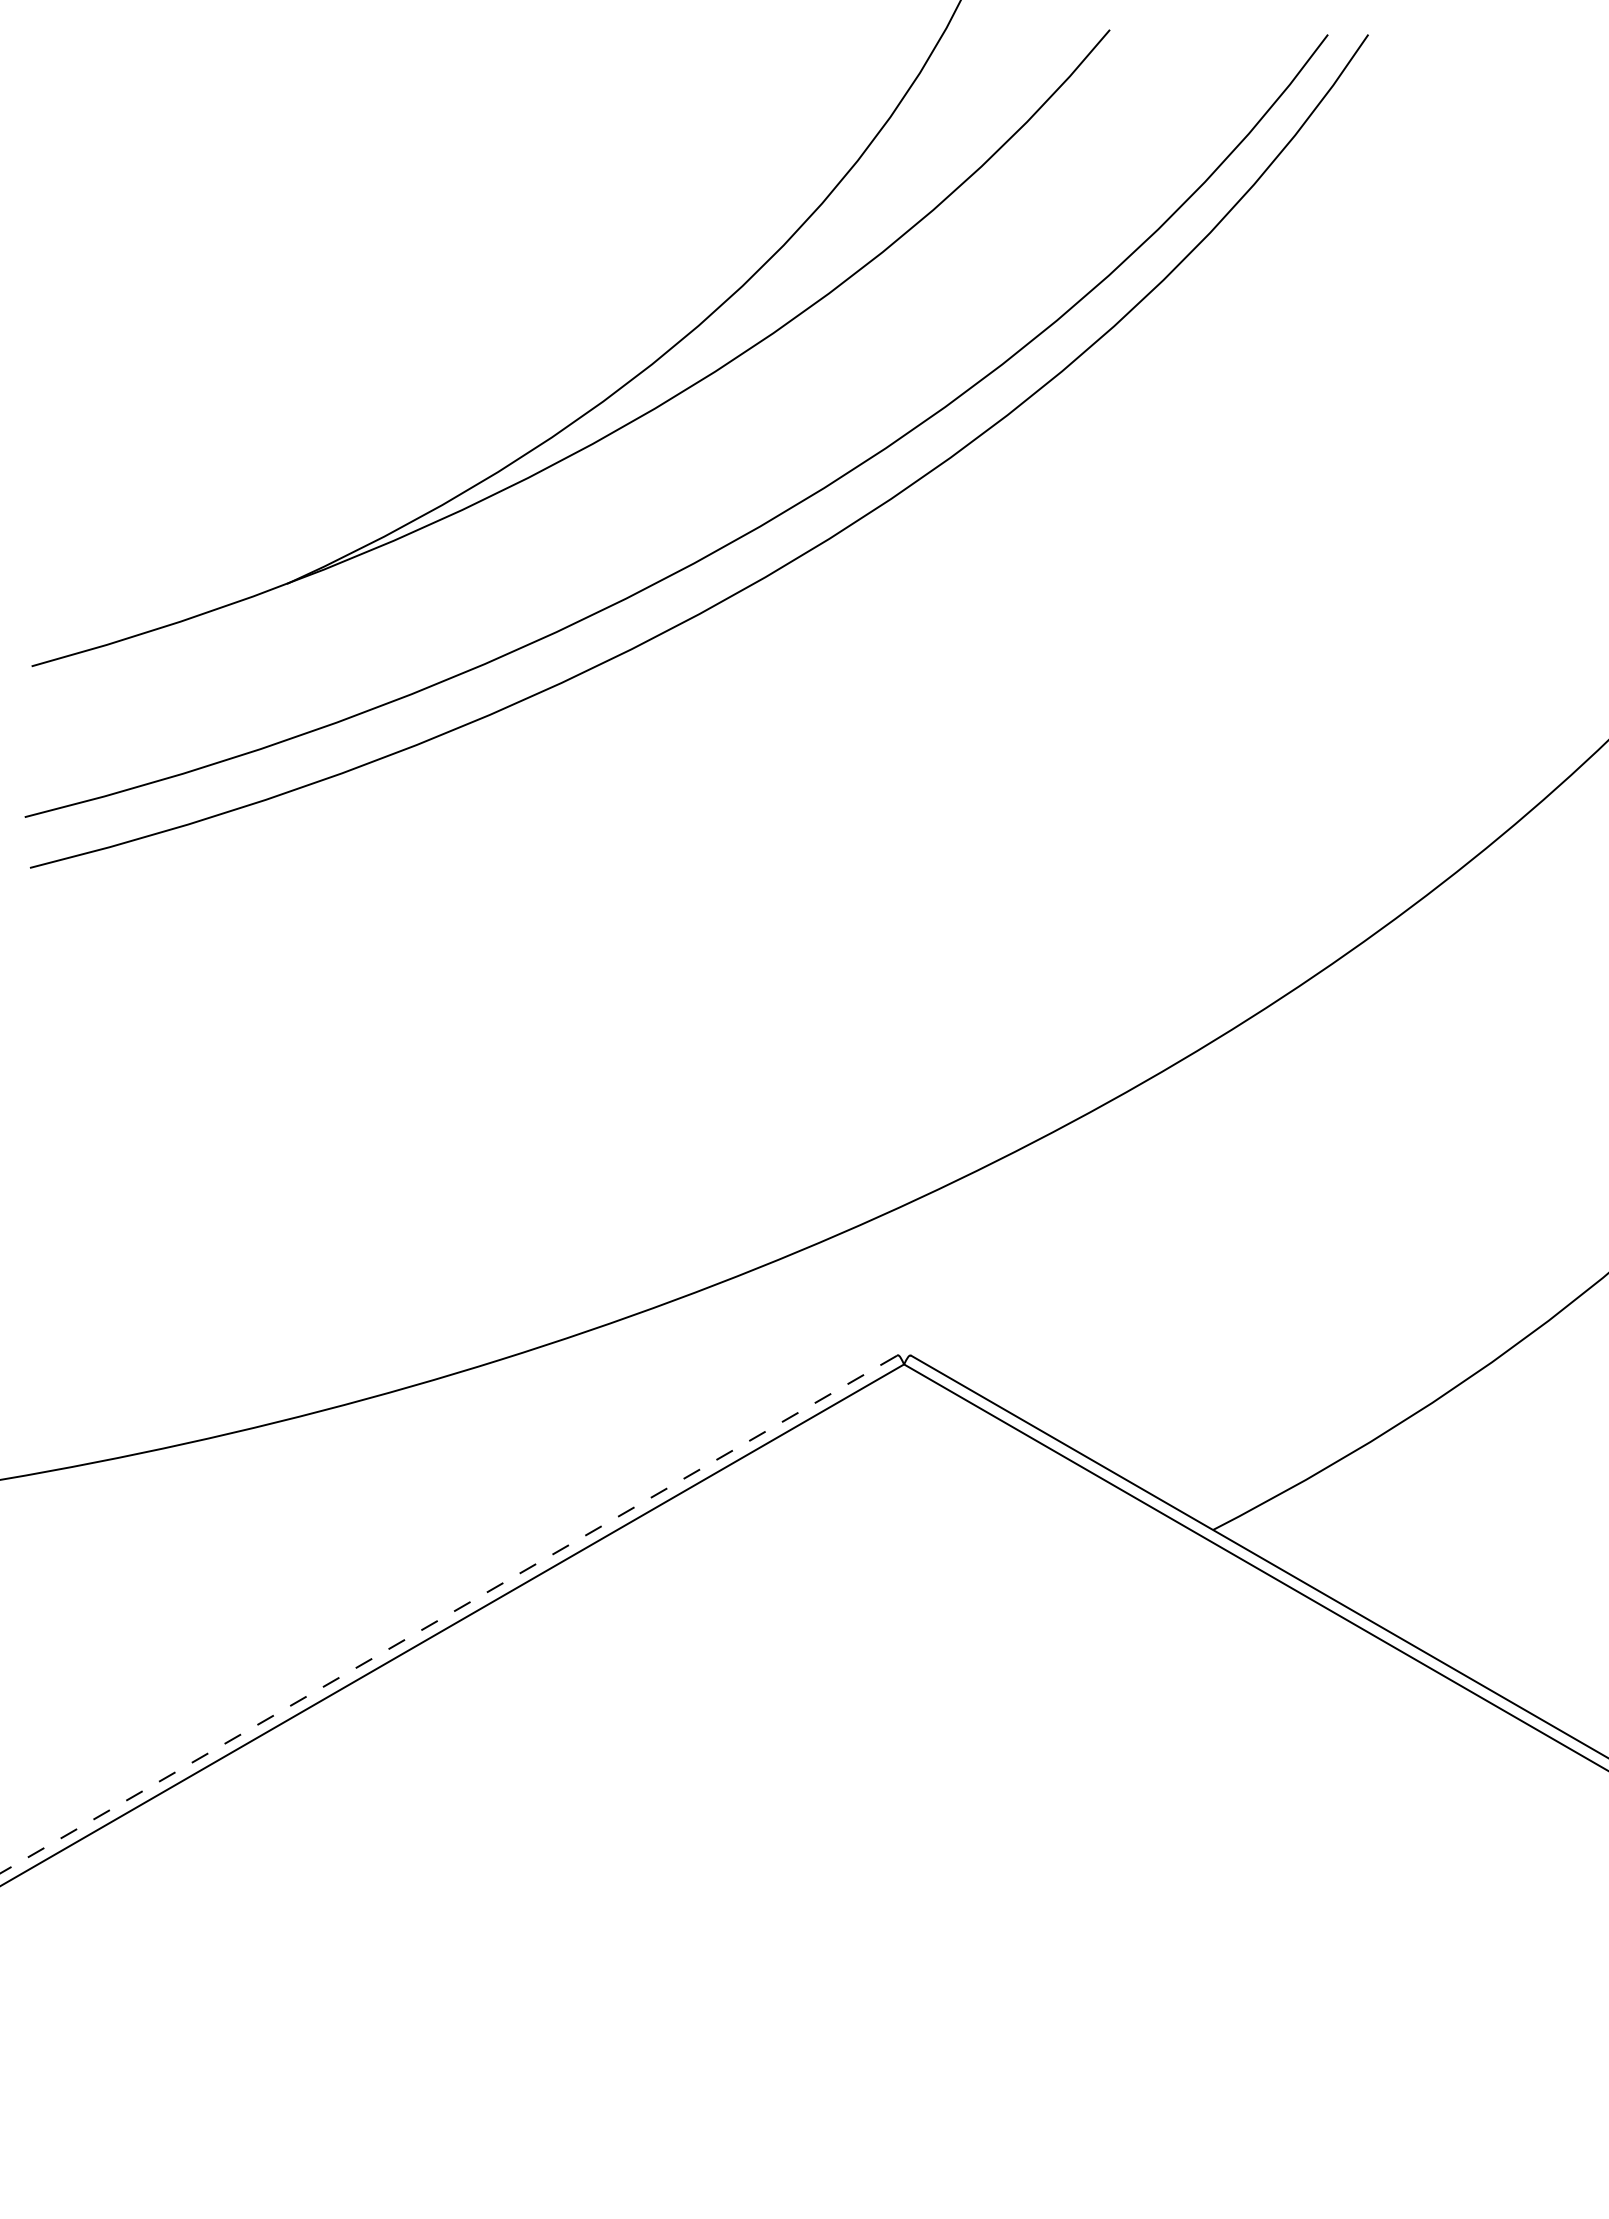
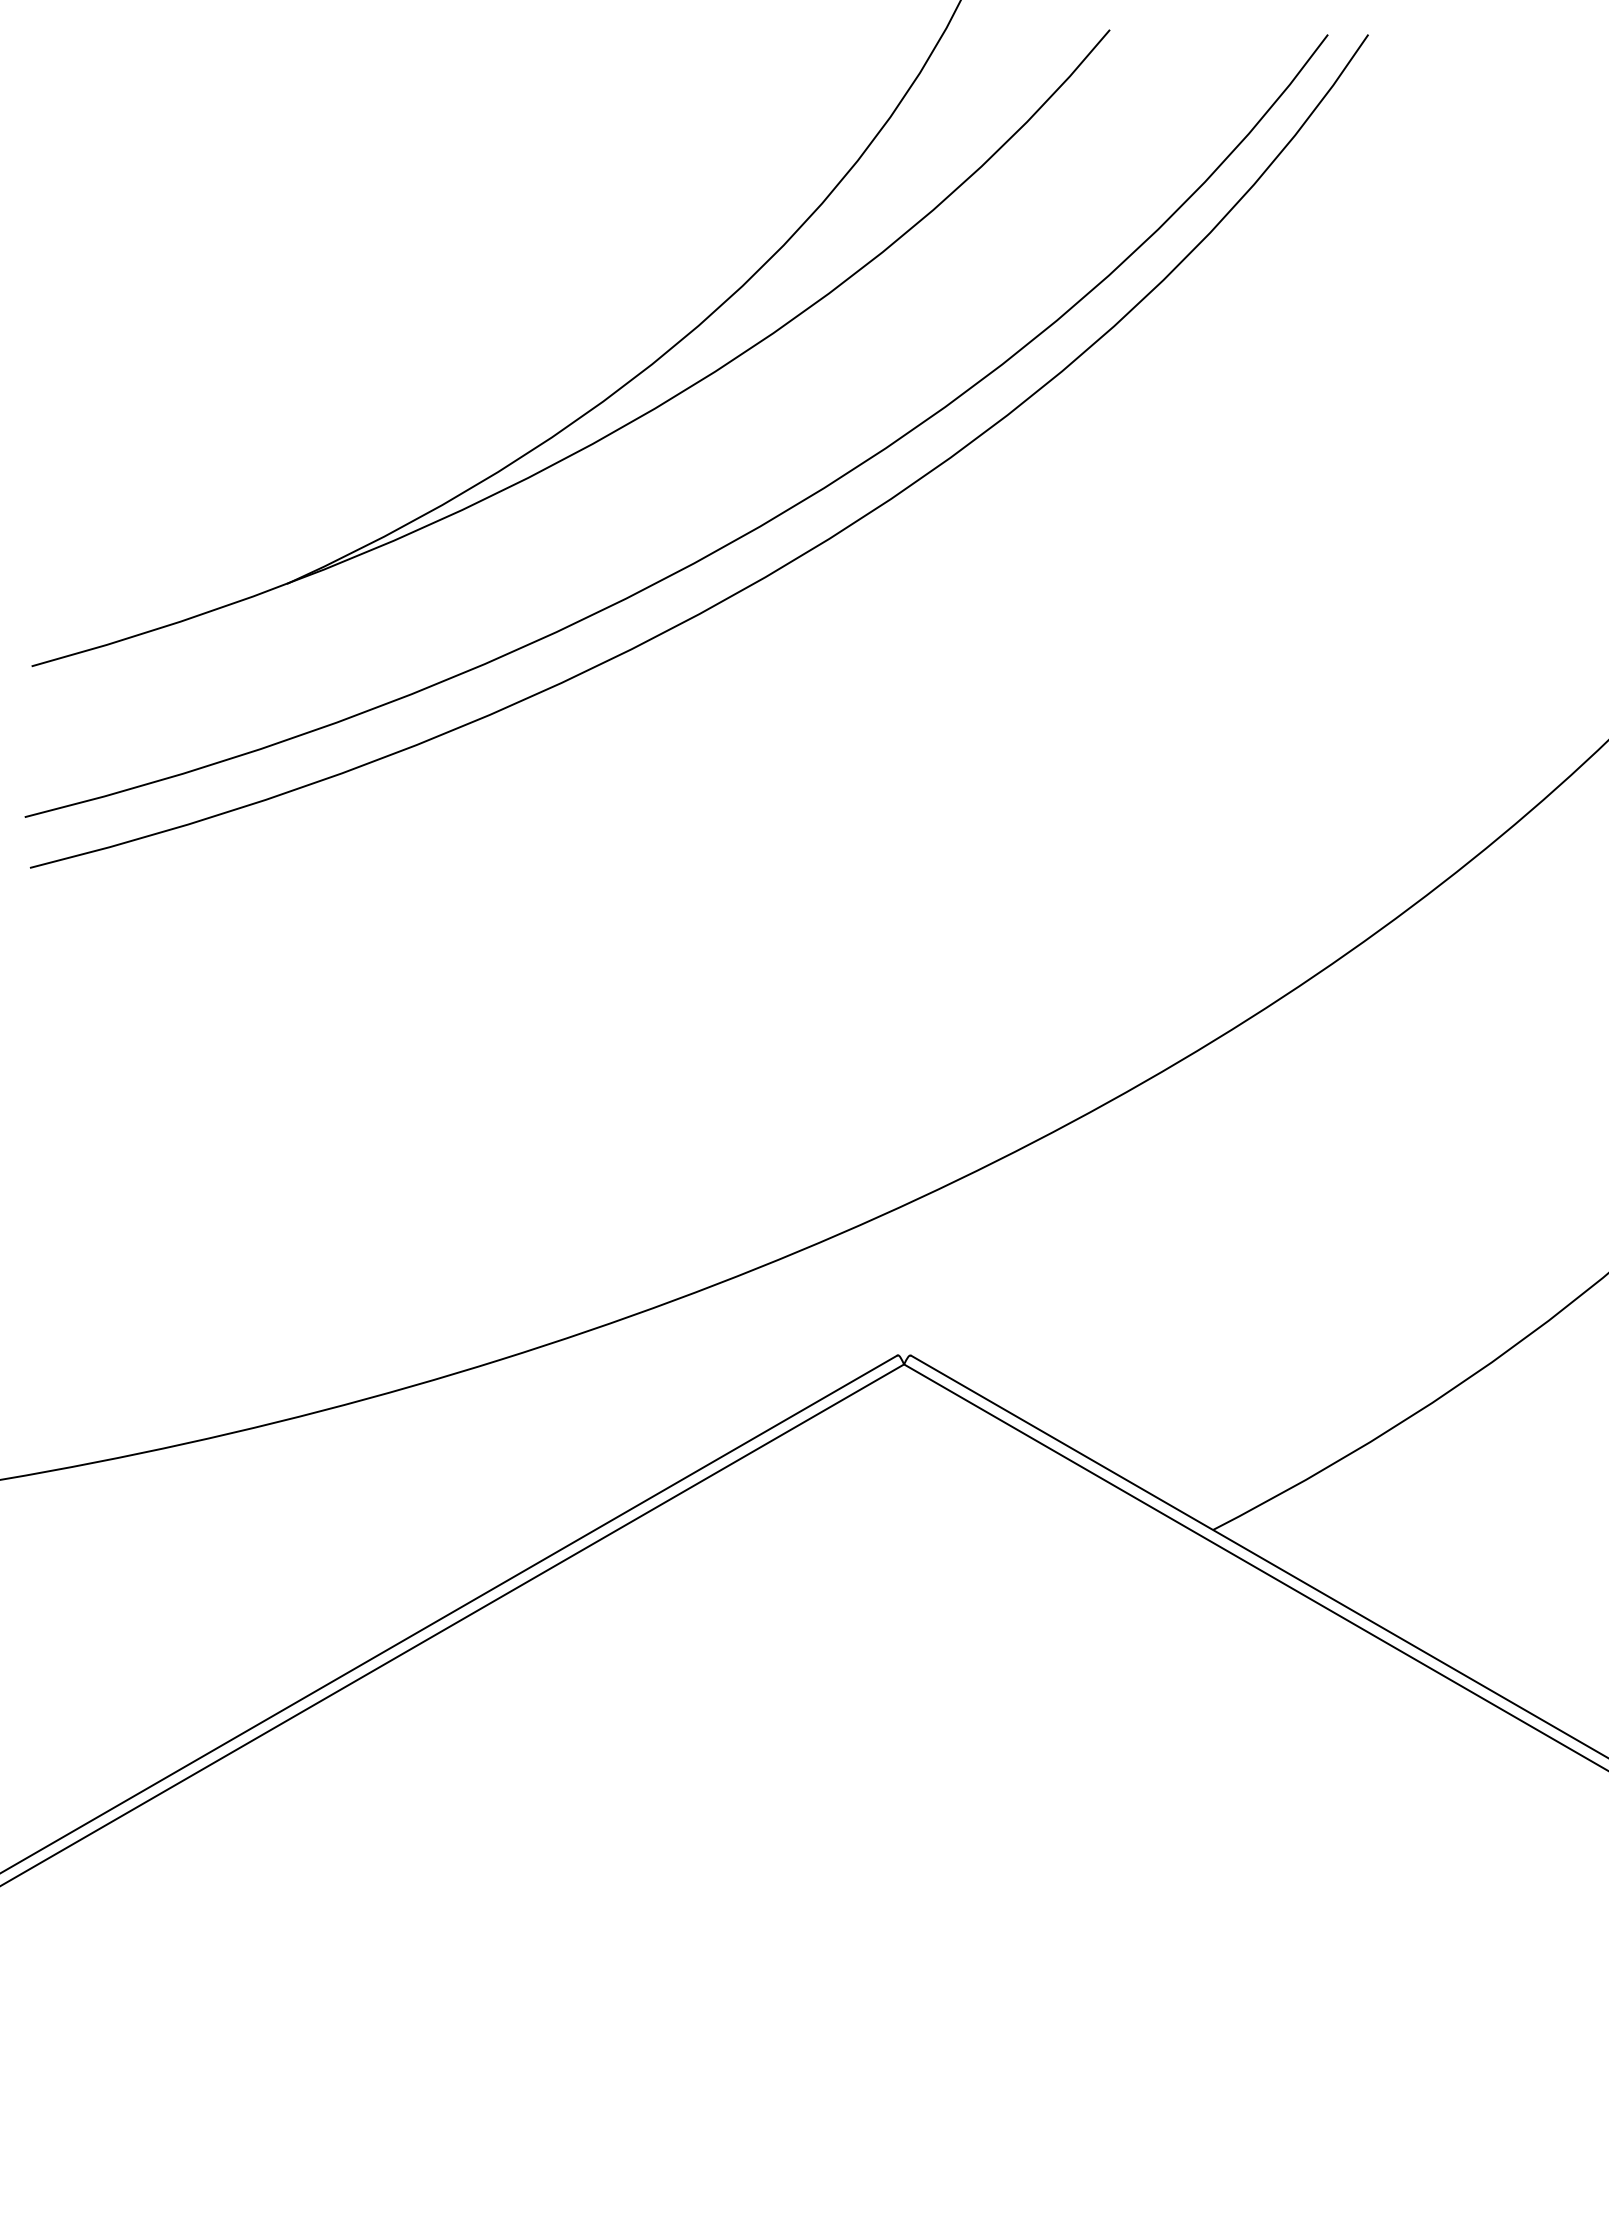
line at (448, 1614): dashed -> solid
